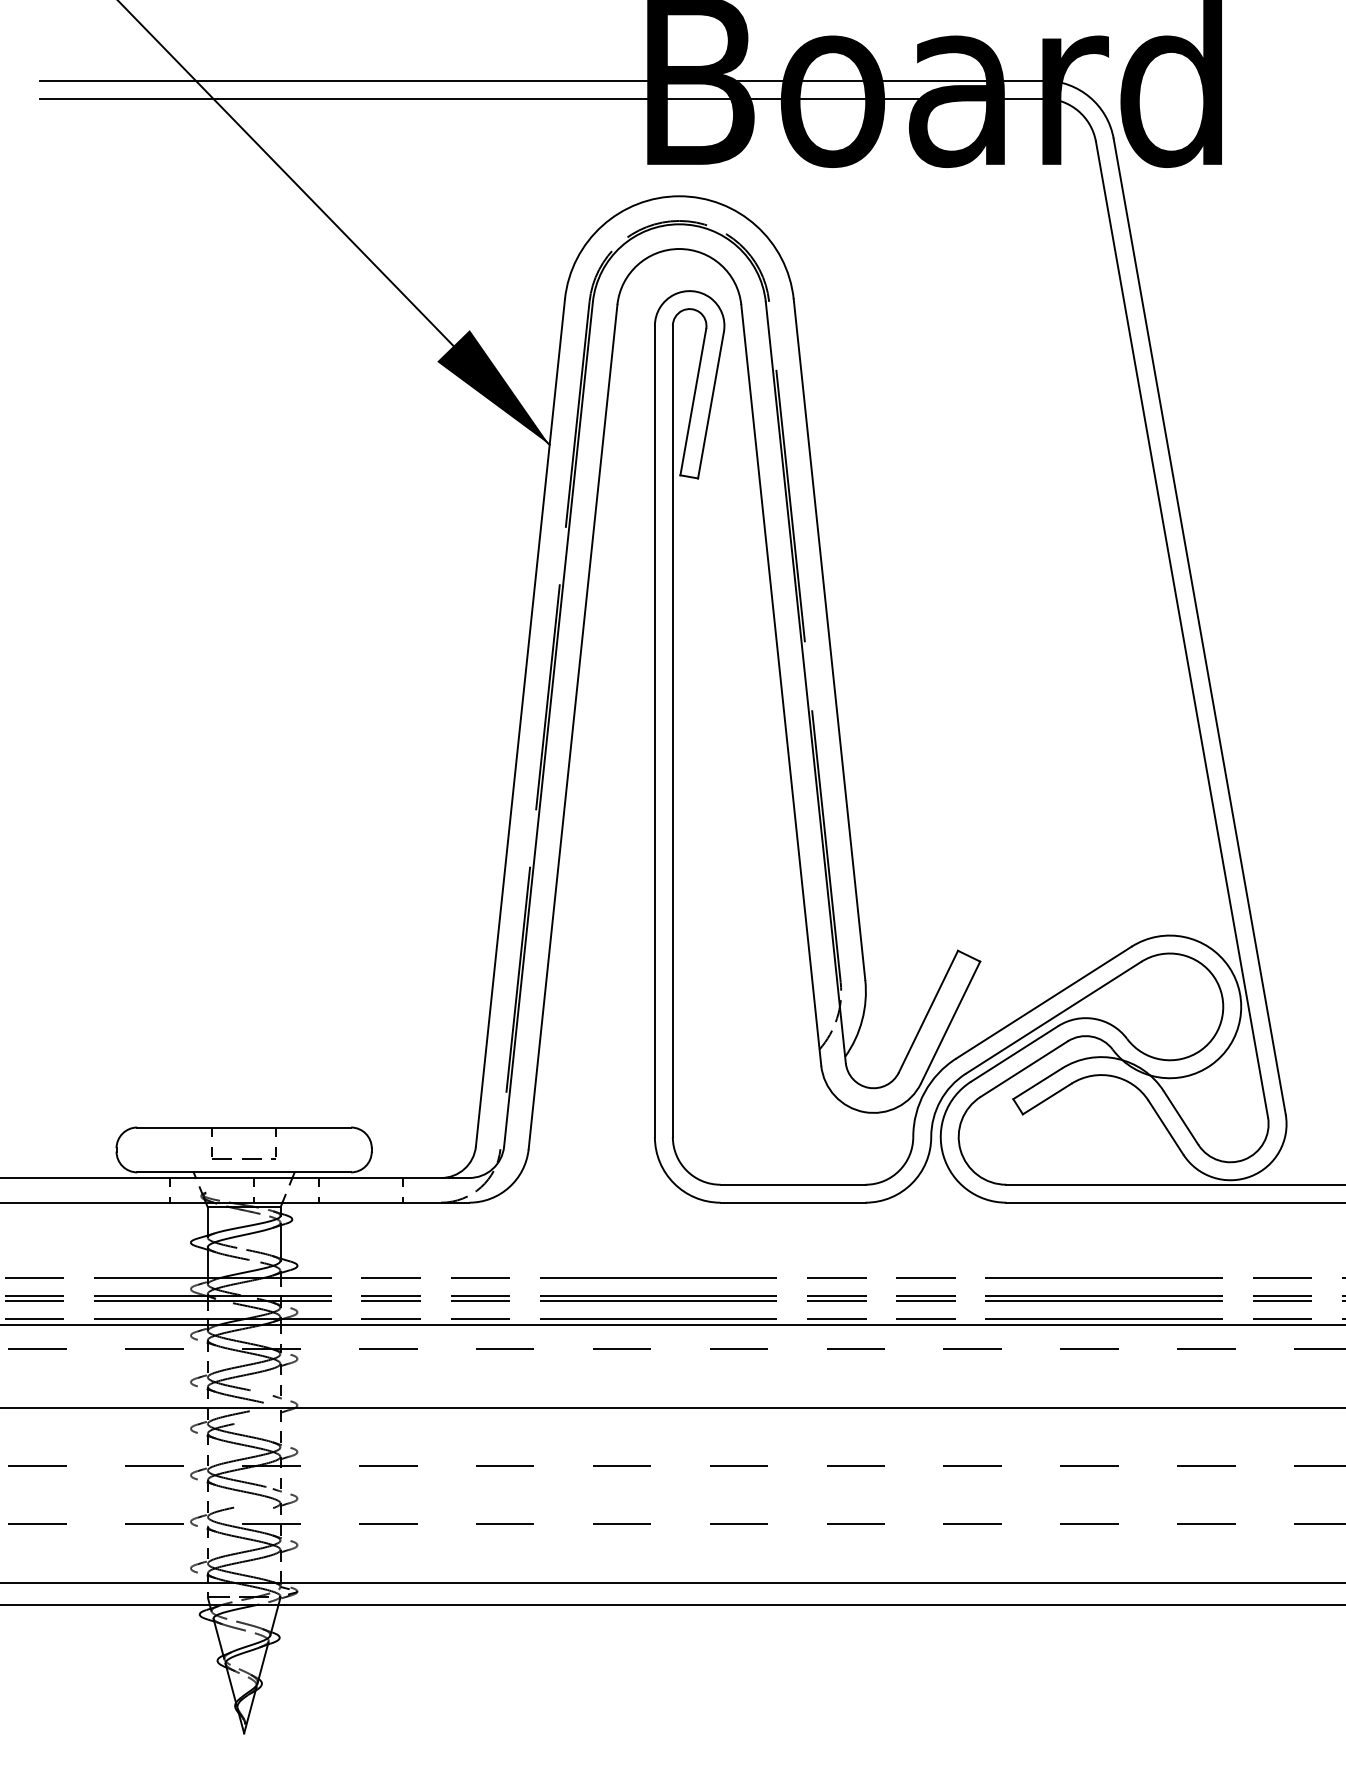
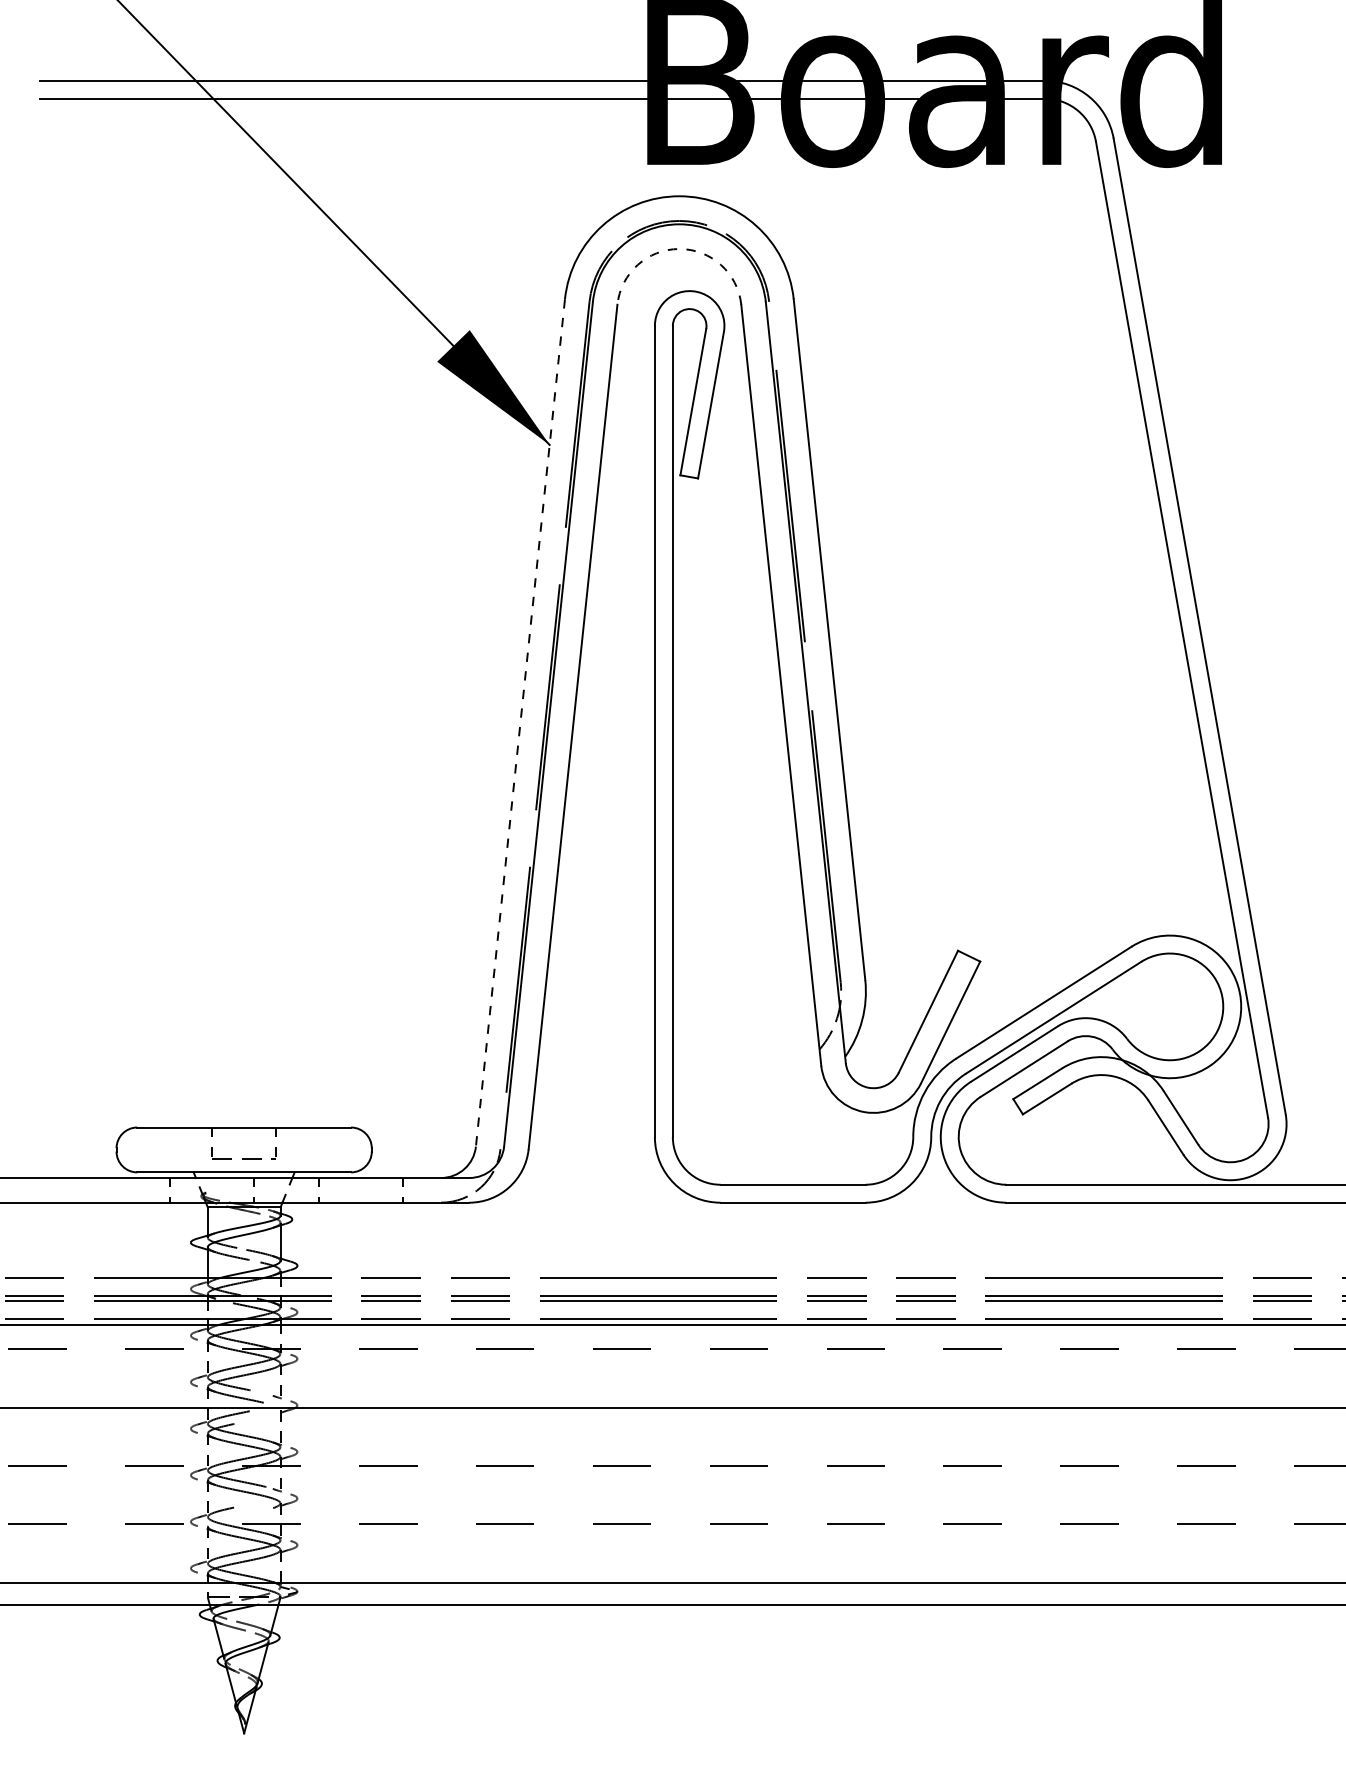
arc at (679, 249): solid -> dashed
line at (520, 723): solid -> dashed
